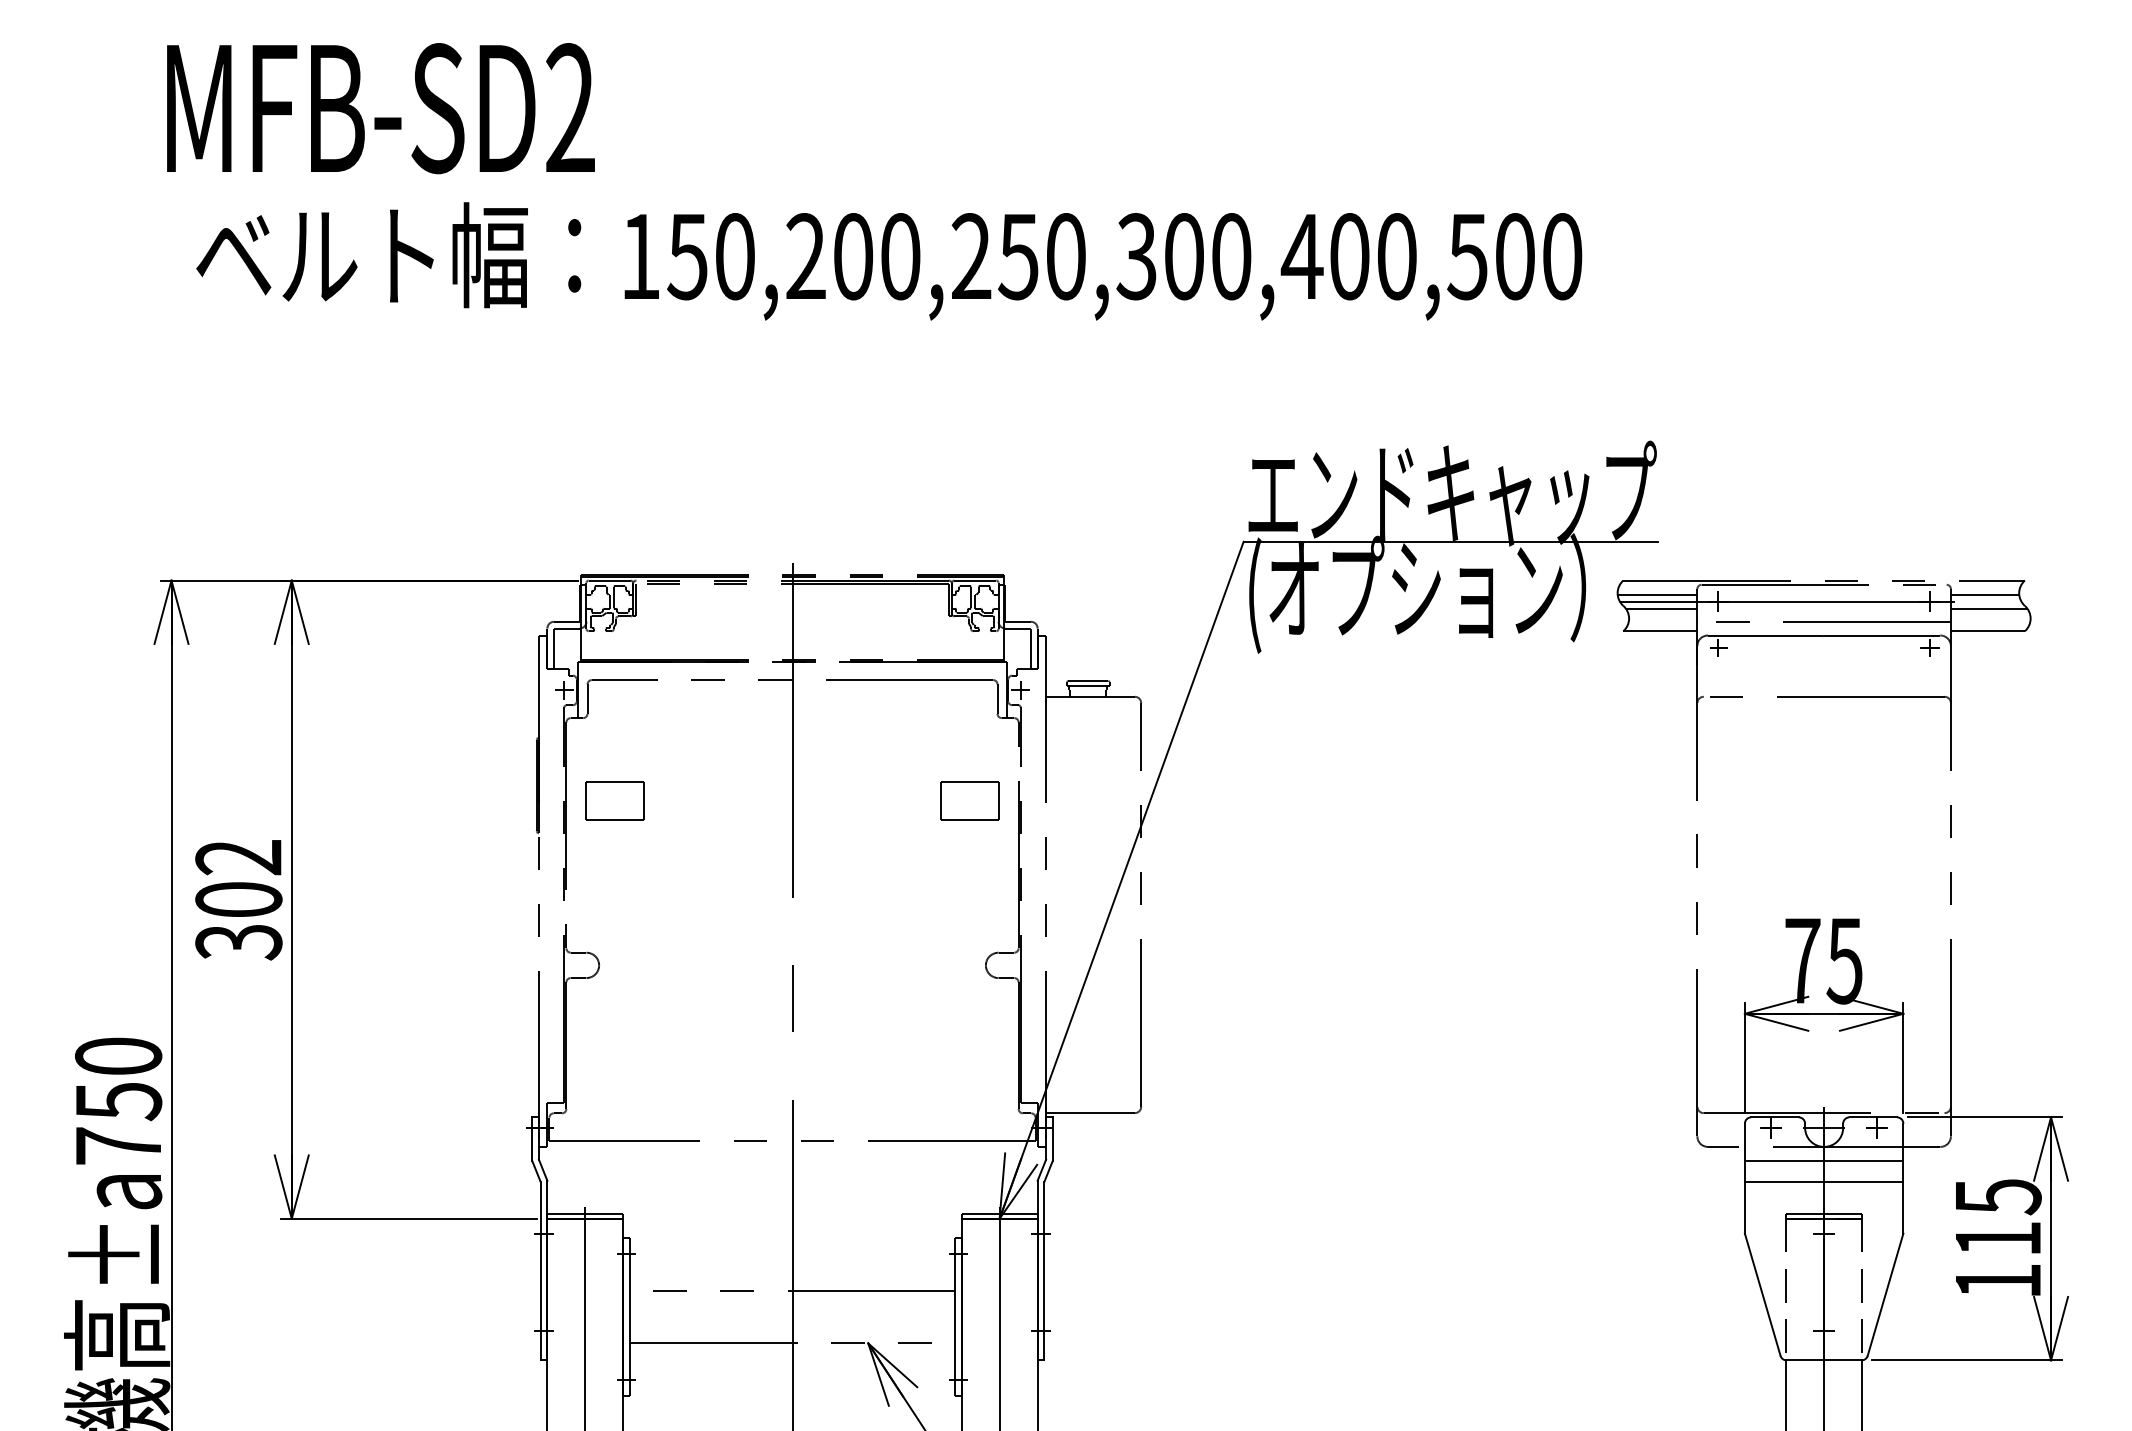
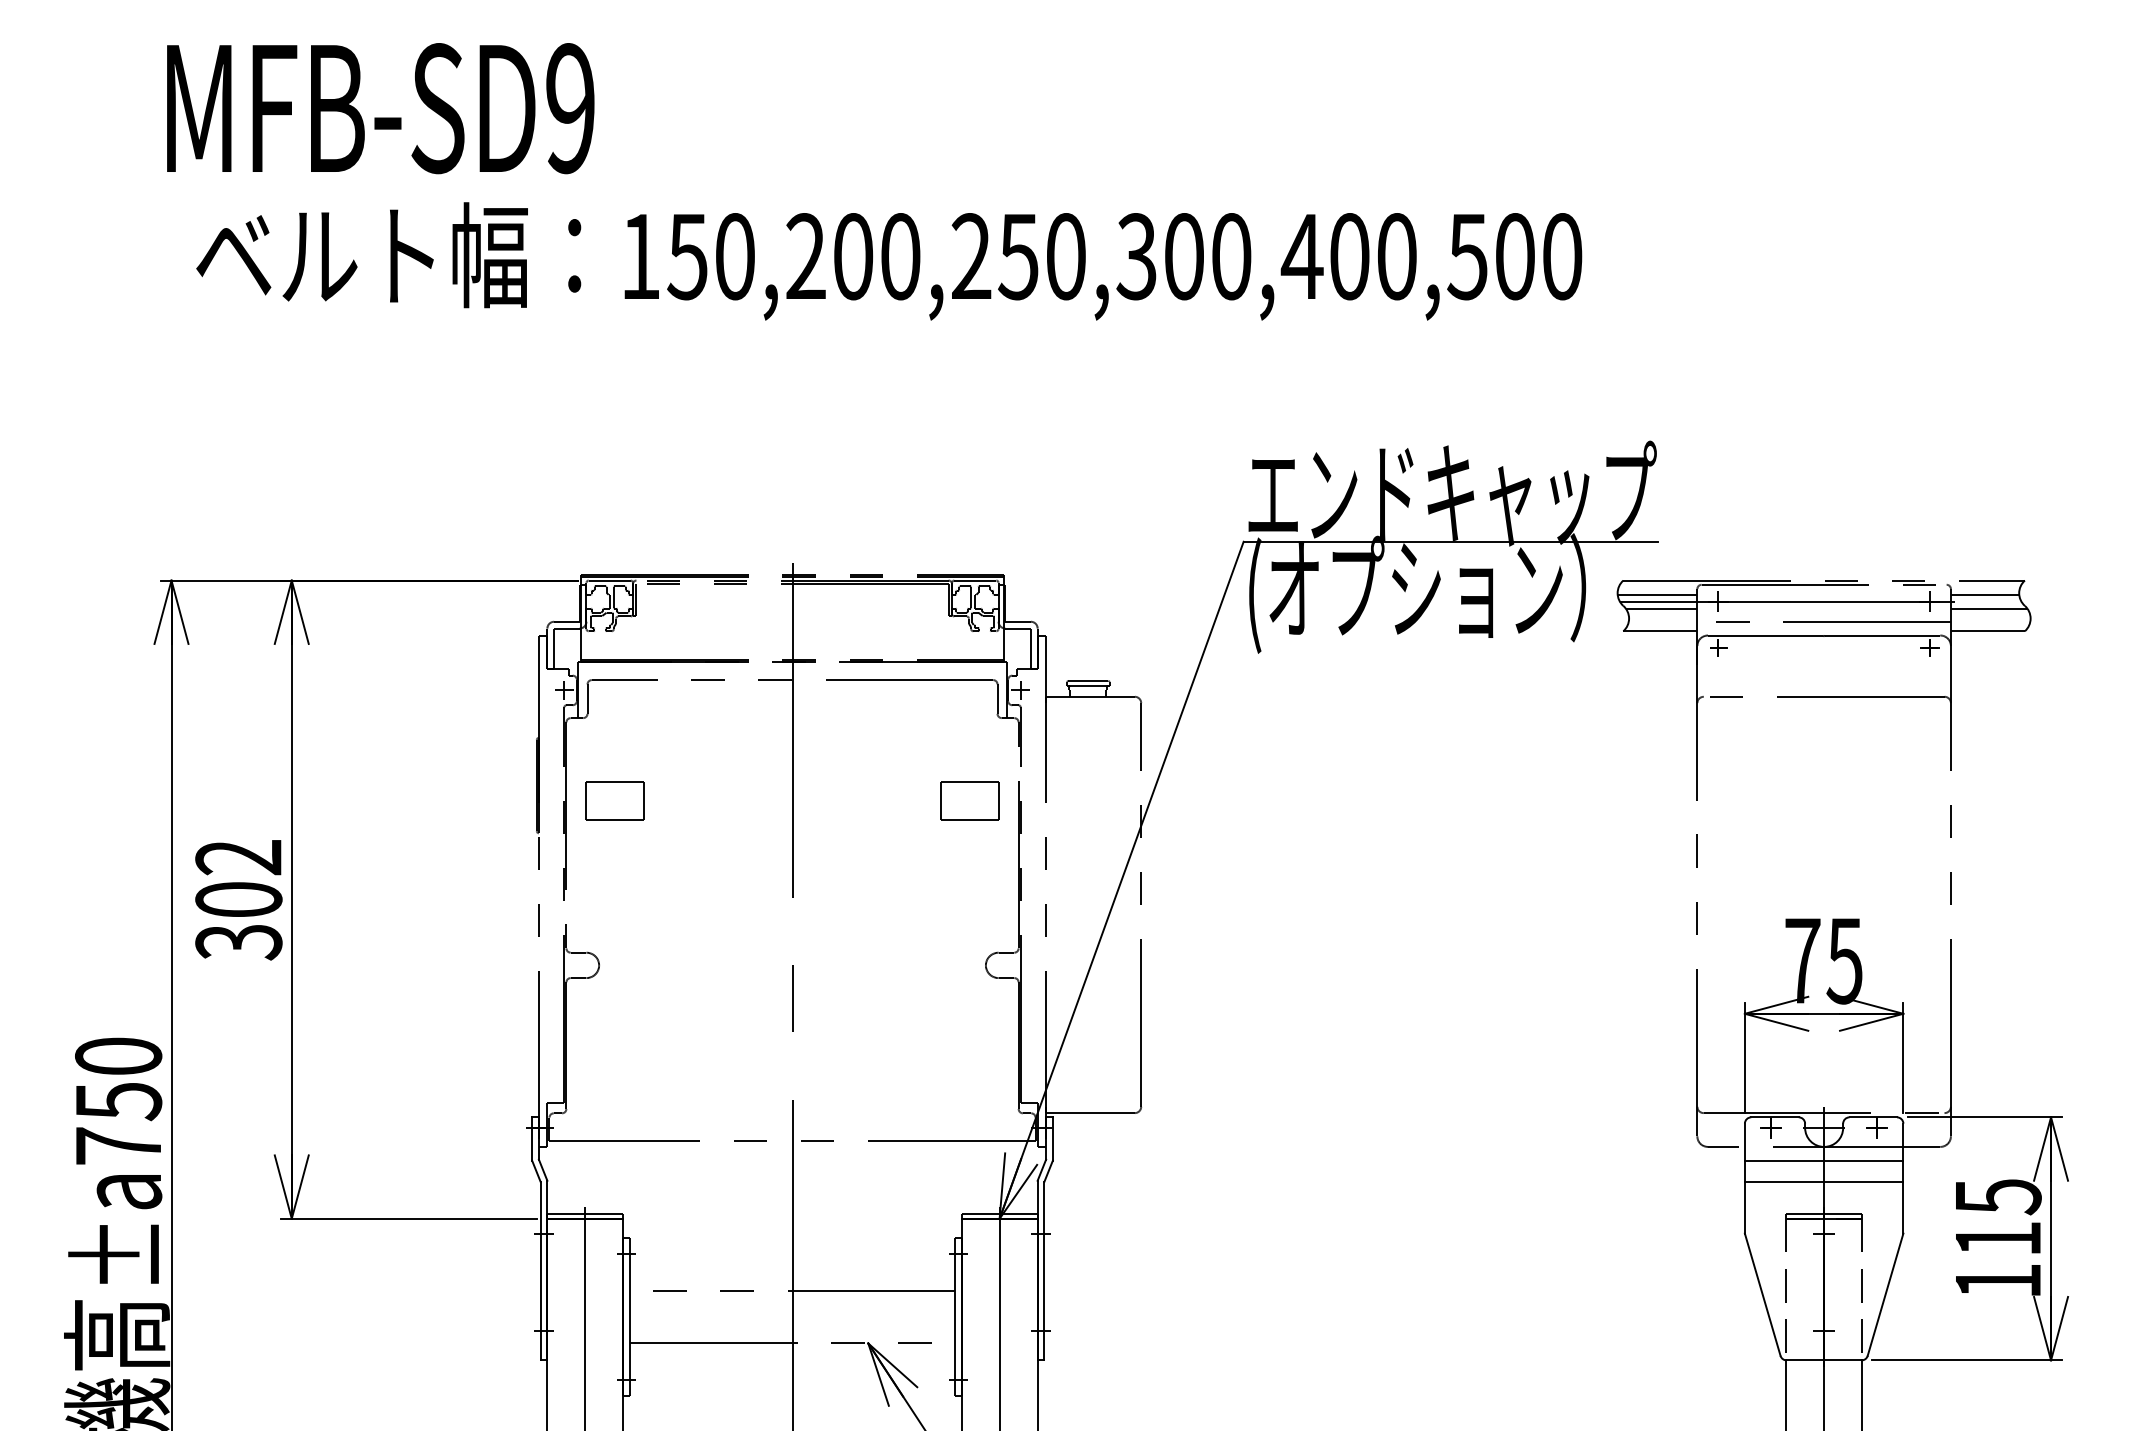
text at (570, 108): MFB-SD2 -> MFB-SD9
